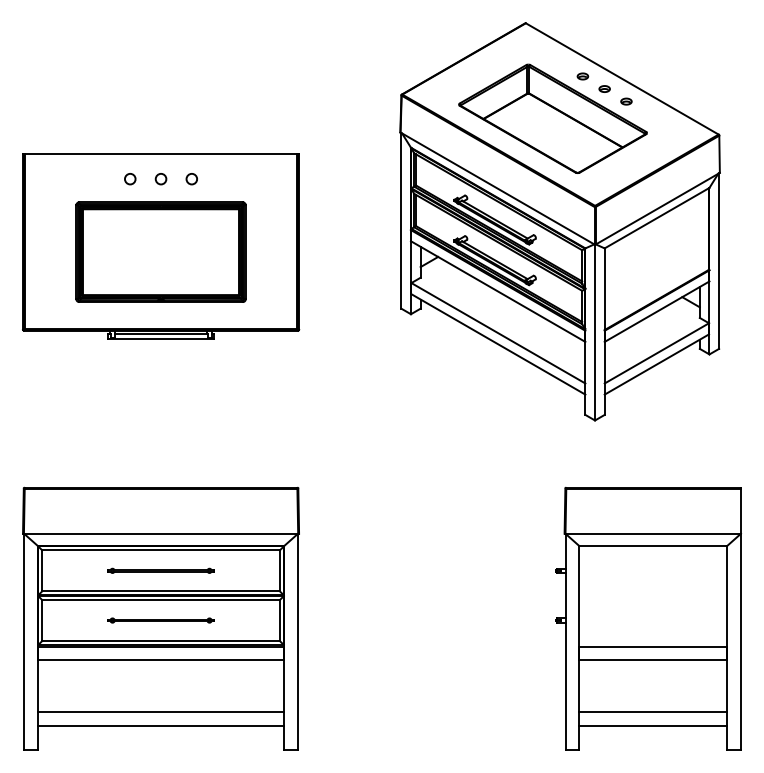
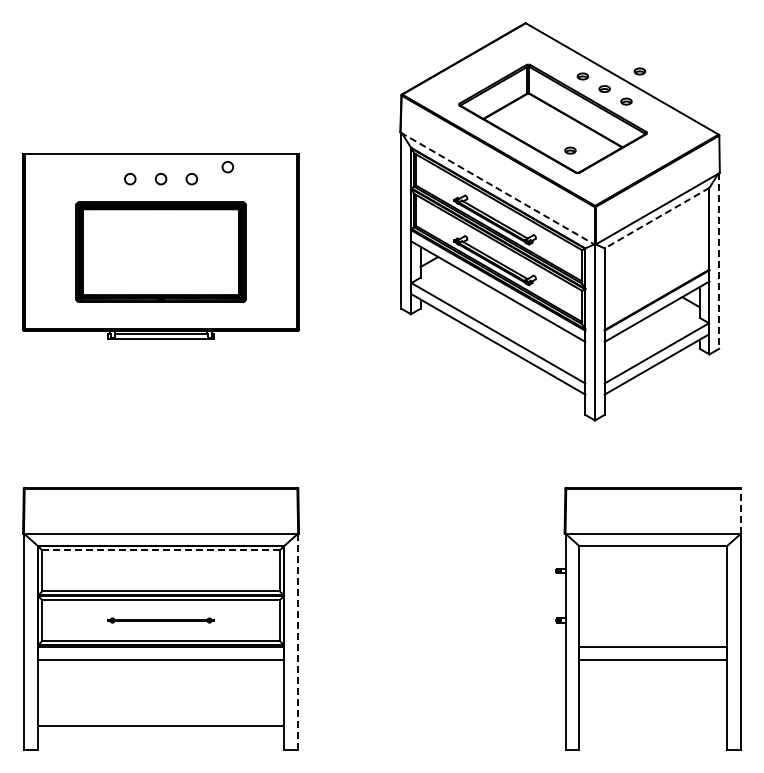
part at (639, 71): none -> present
part at (570, 150): none -> present
circle at (227, 167): none -> present
line at (497, 188): solid -> dashed
line at (656, 218): solid -> dashed
line at (719, 261): solid -> dashed
line at (740, 511): solid -> dashed
line at (161, 550): solid -> dashed
part at (160, 570): present -> none
line at (298, 641): solid -> dashed
line at (160, 711): present -> none
line at (653, 711): present -> none
line at (653, 725): present -> none
